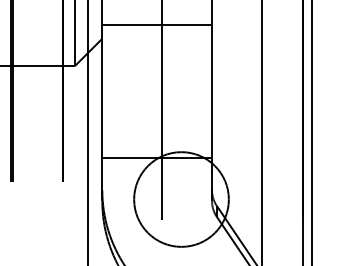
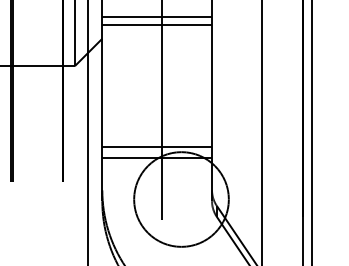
line at (157, 16): none -> present
line at (157, 146): none -> present
